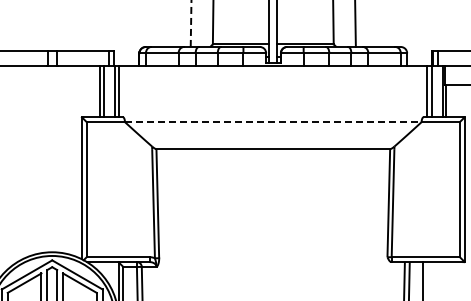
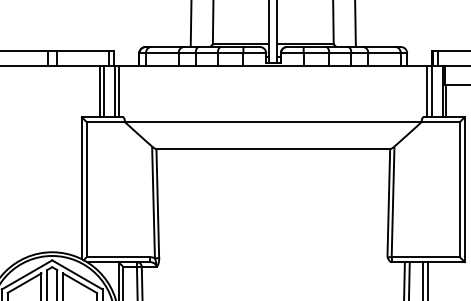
line at (191, 23): dashed -> solid
line at (273, 122): dashed -> solid
line at (427, 279): none -> present
